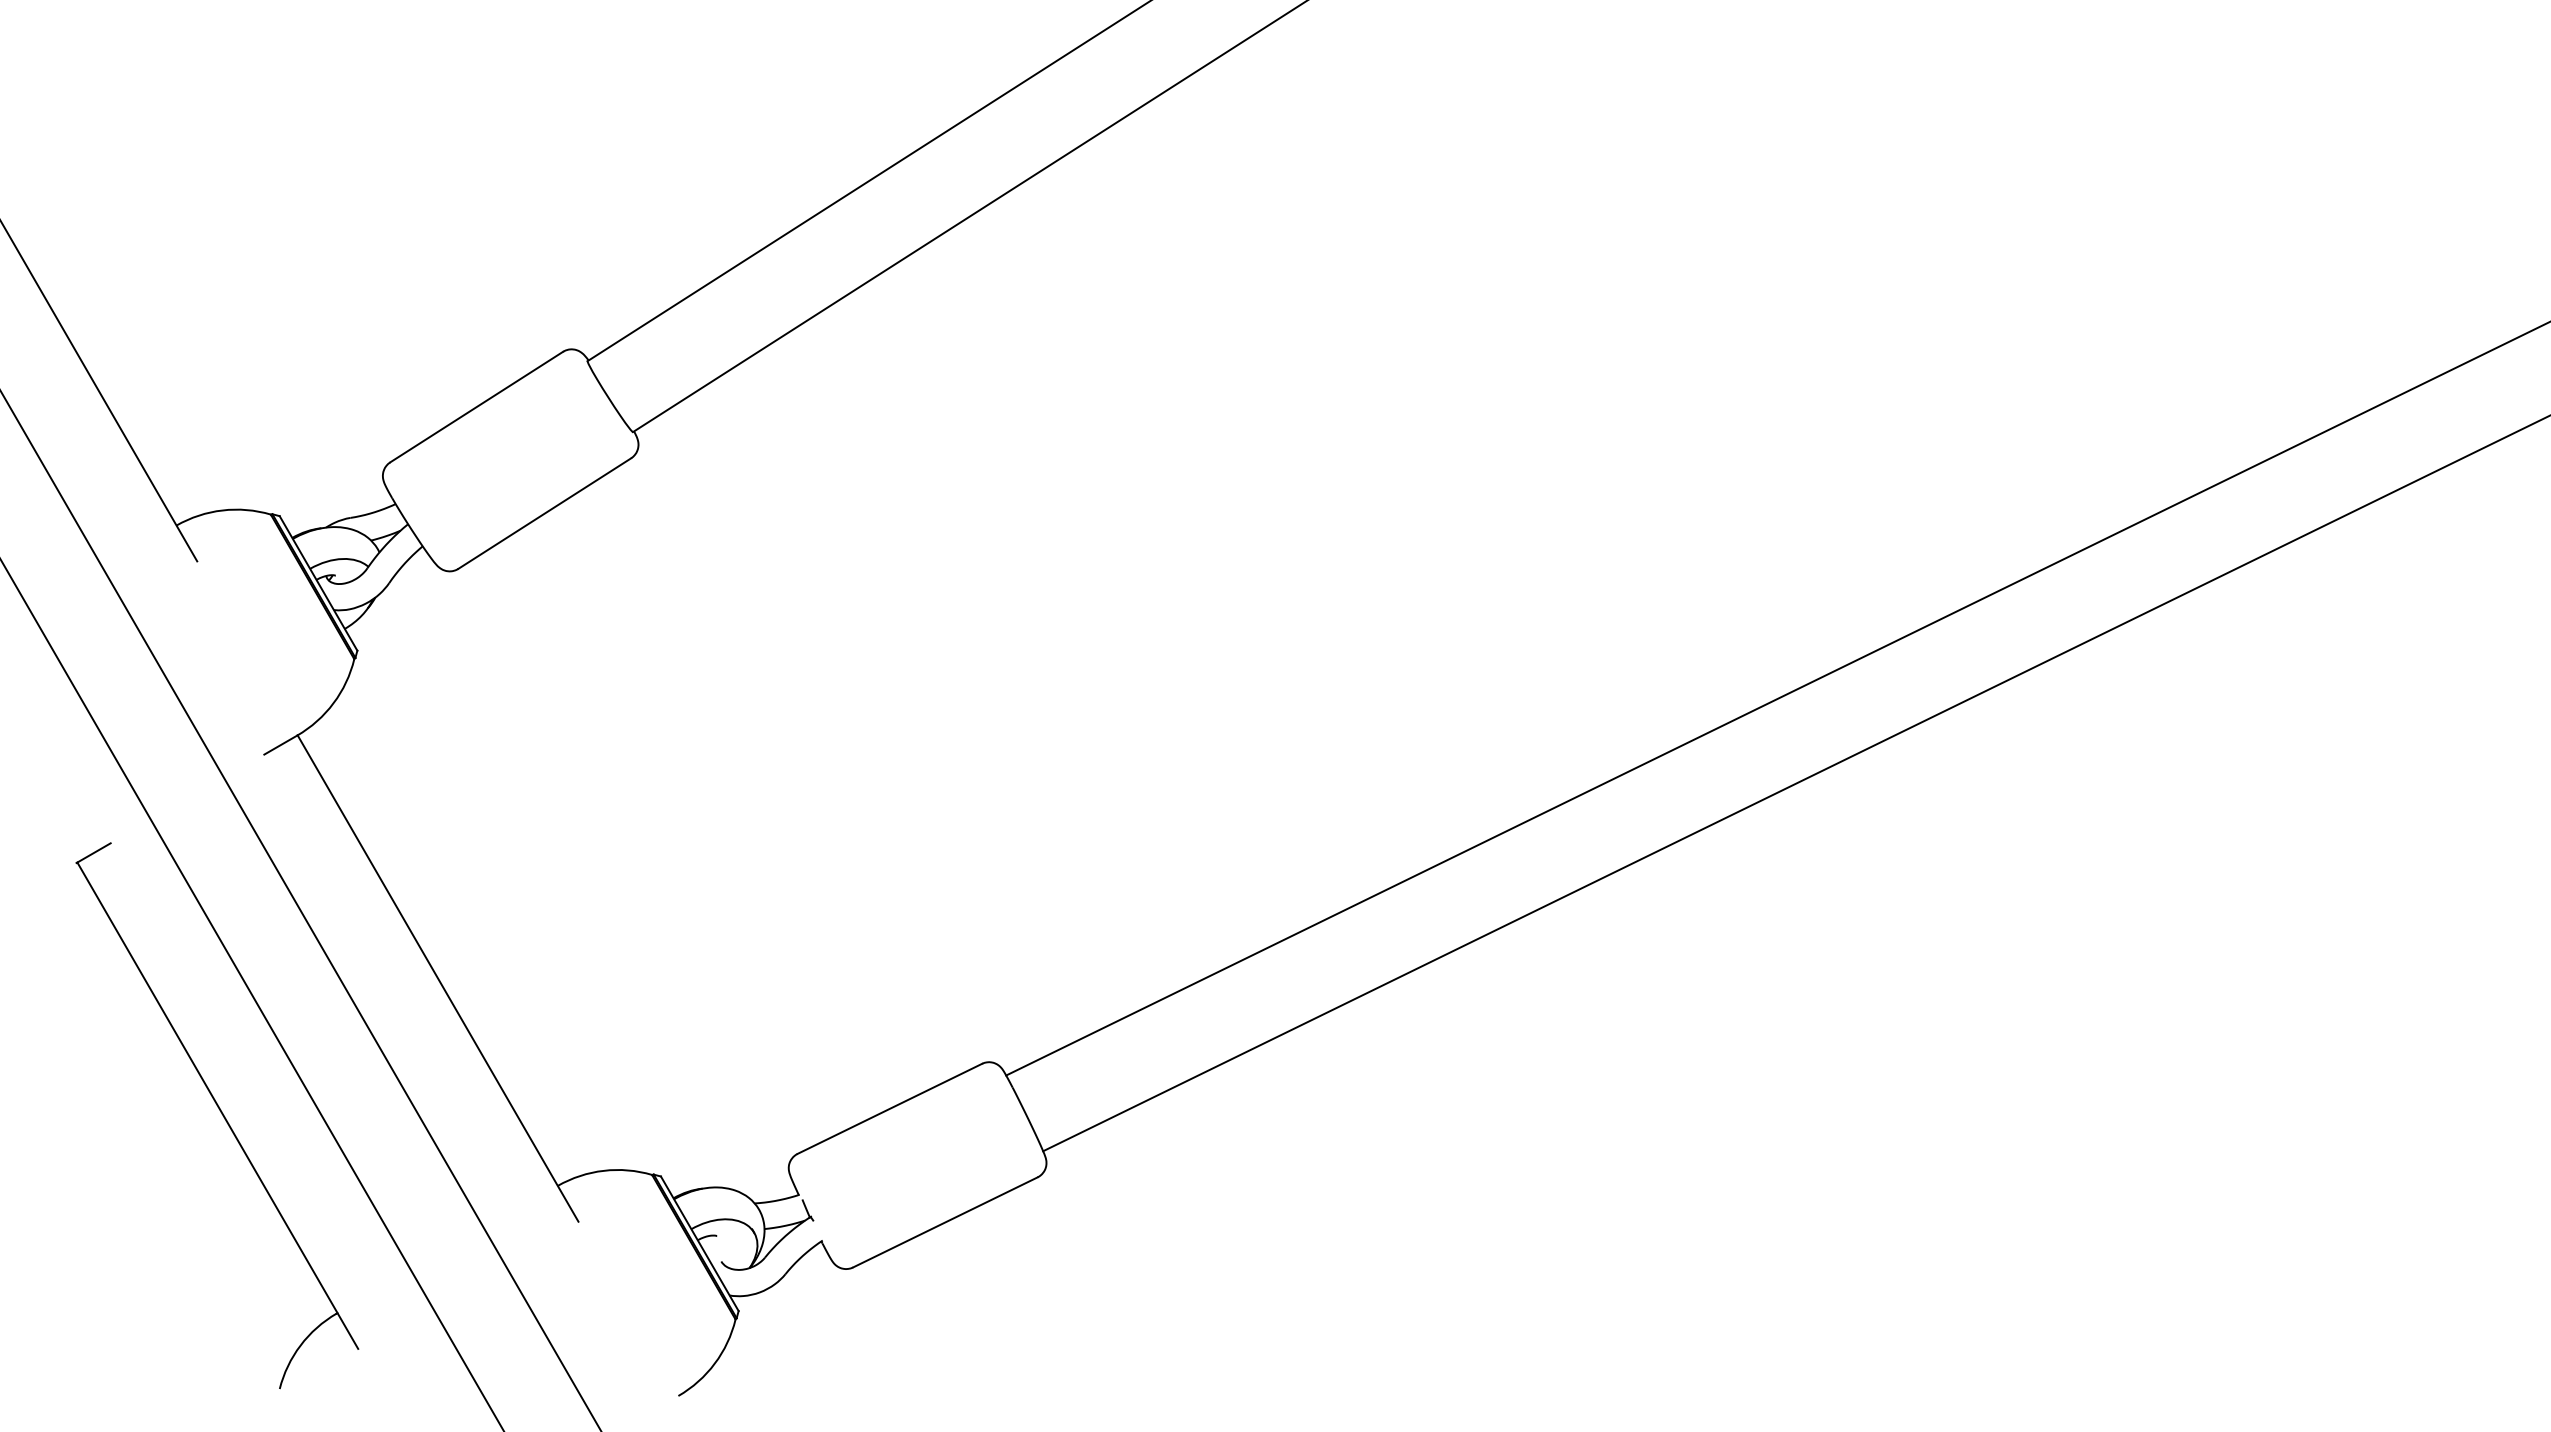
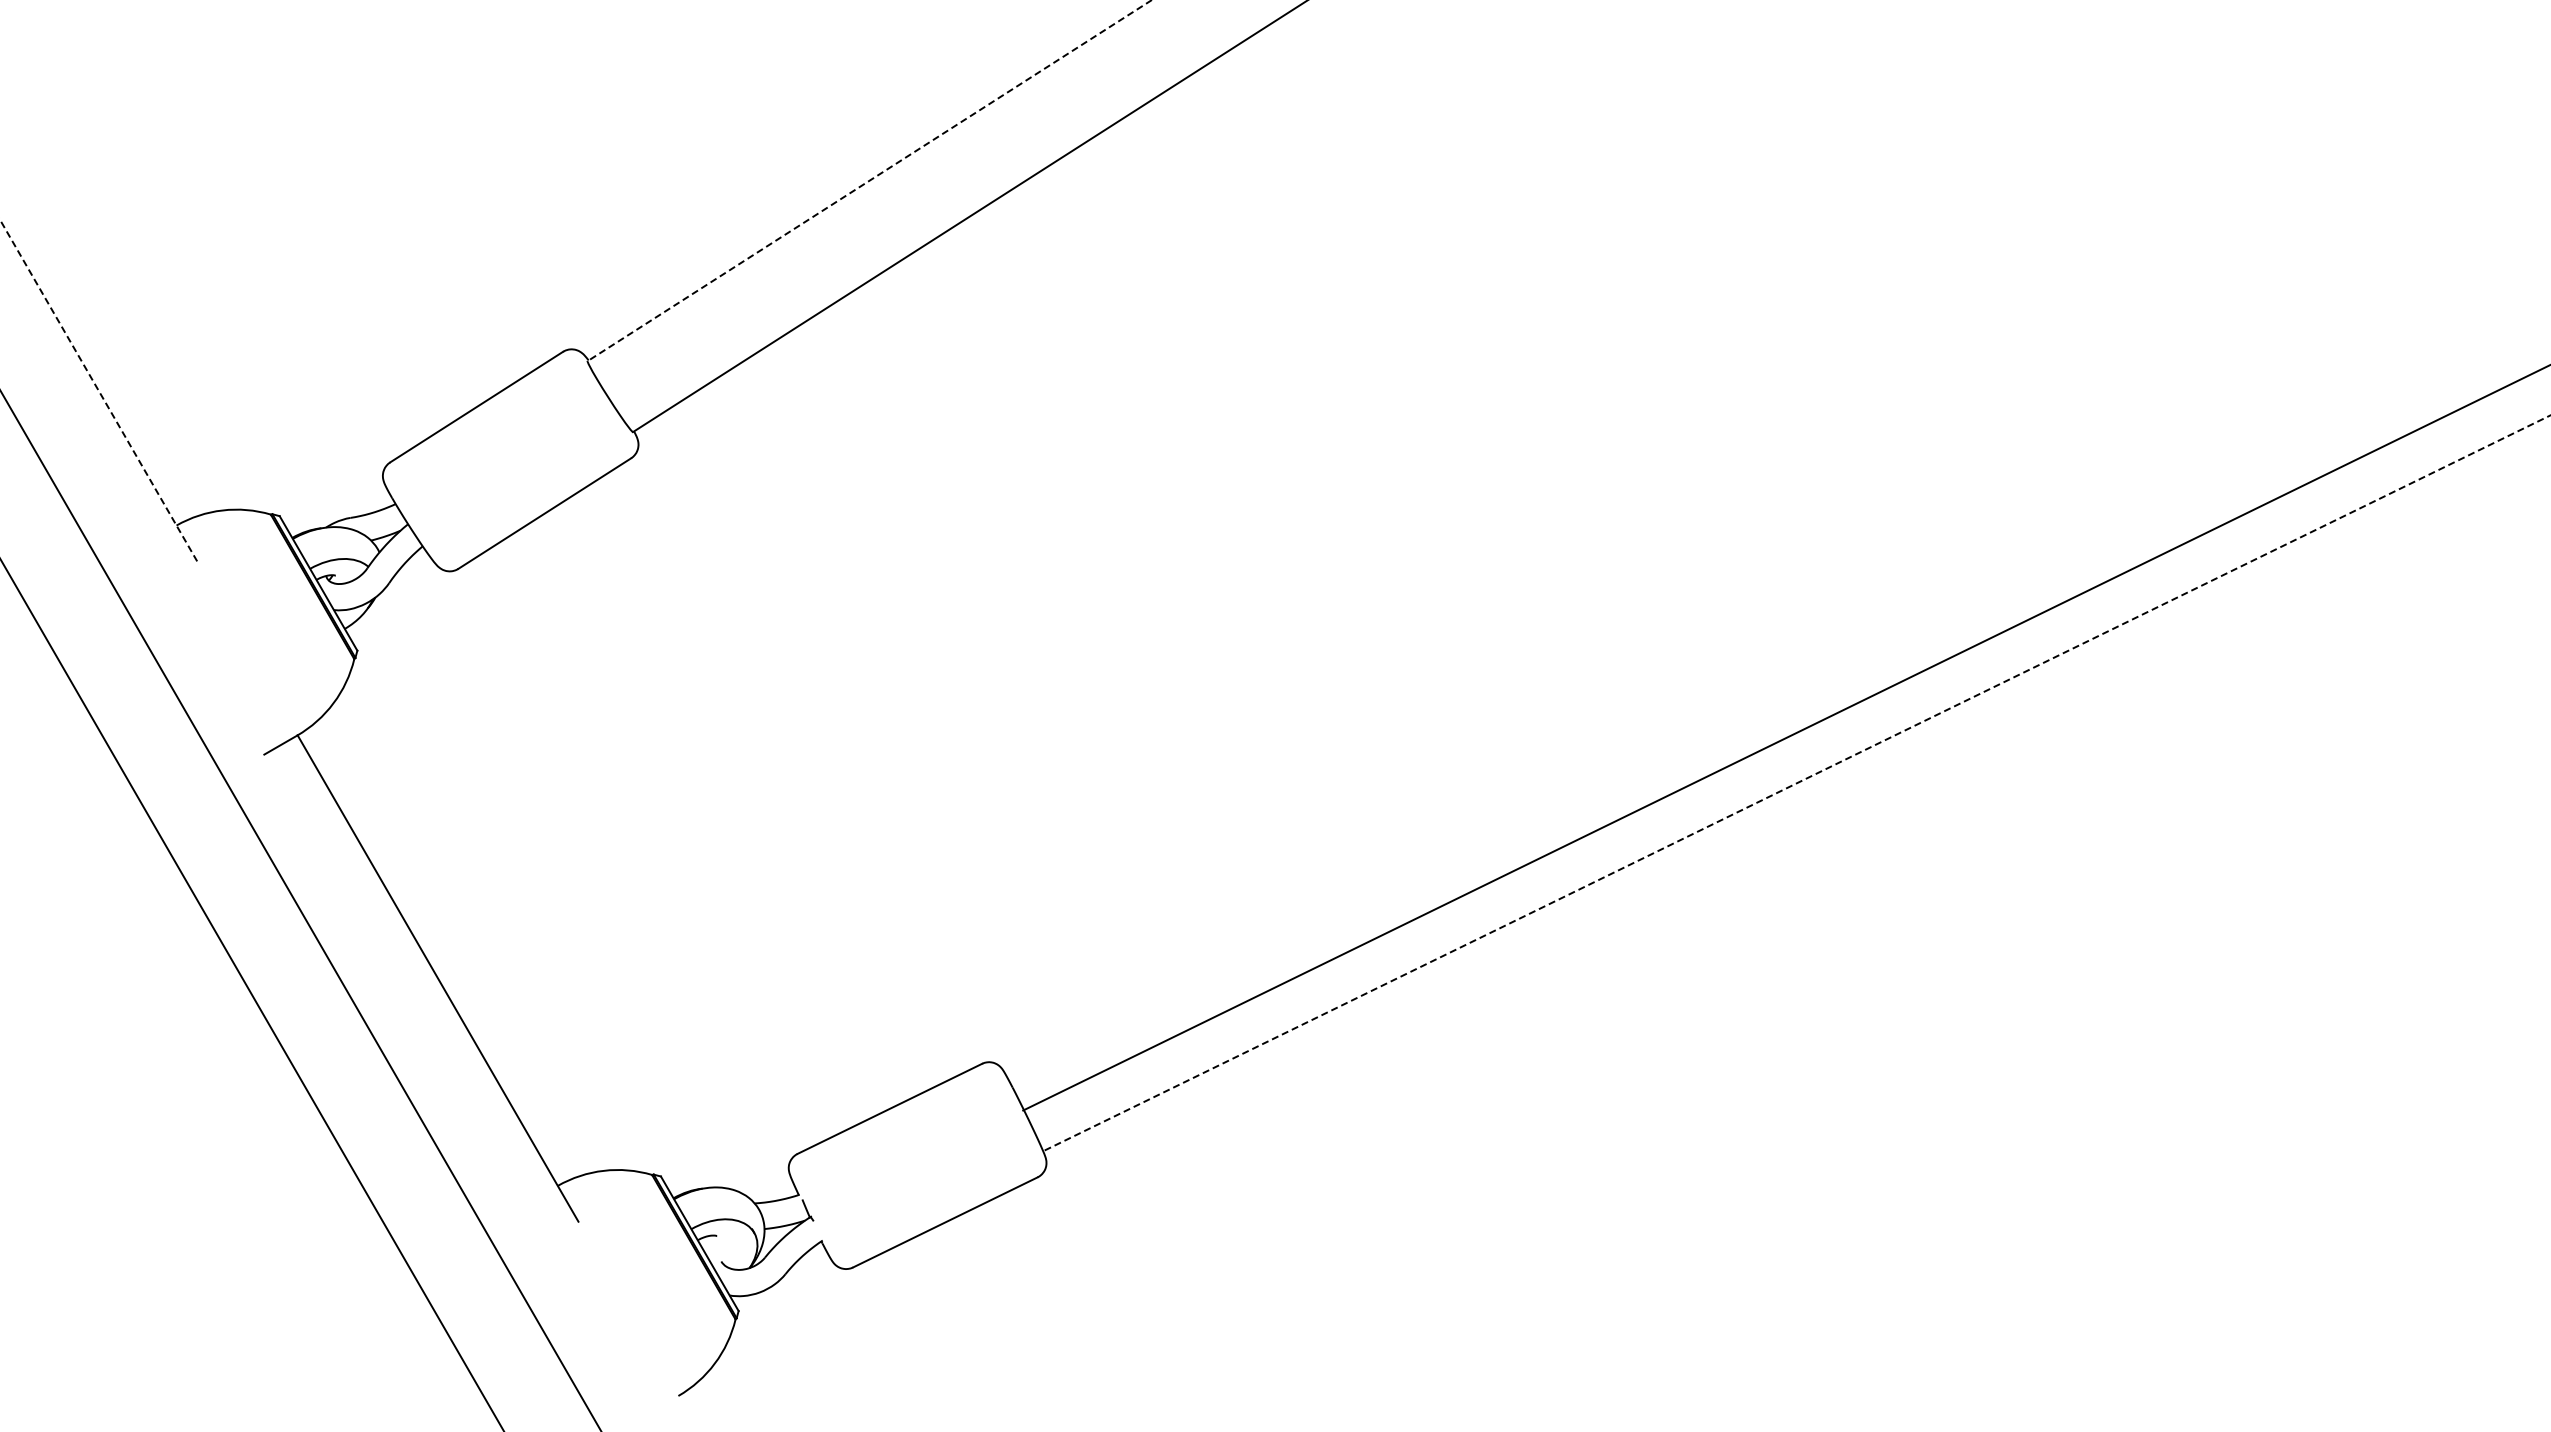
line at (869, 180): solid -> dashed
line at (98, 390): solid -> dashed
line at (1776, 699) position: (1776, 699) -> (1785, 738)
line at (1797, 783): solid -> dashed
part at (217, 1115): present -> none
